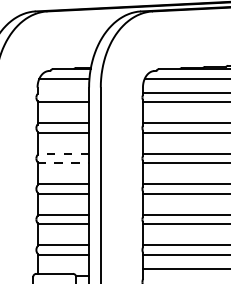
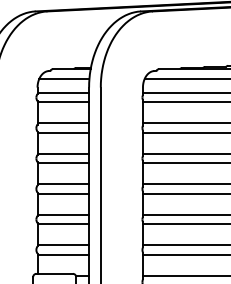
line at (63, 92): none -> present
line at (63, 153): dashed -> solid
line at (63, 163): dashed -> solid
line at (184, 268) position: (184, 268) -> (184, 275)
